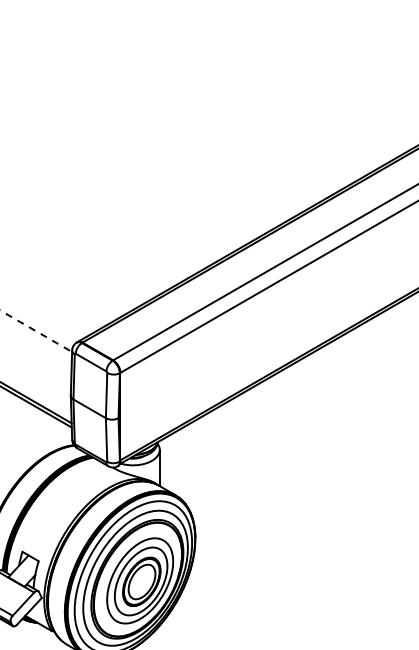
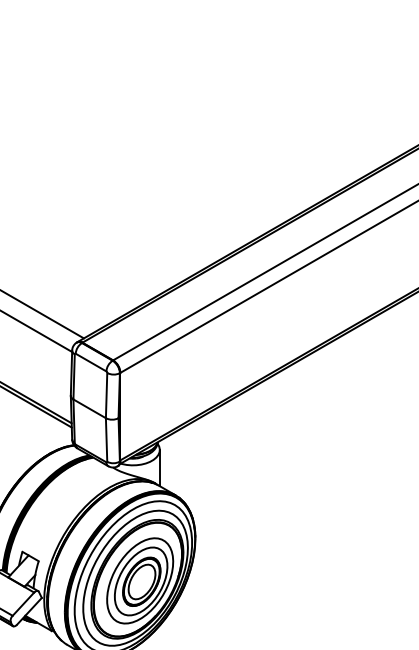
line at (42, 314): none -> present
line at (36, 331): dashed -> solid
